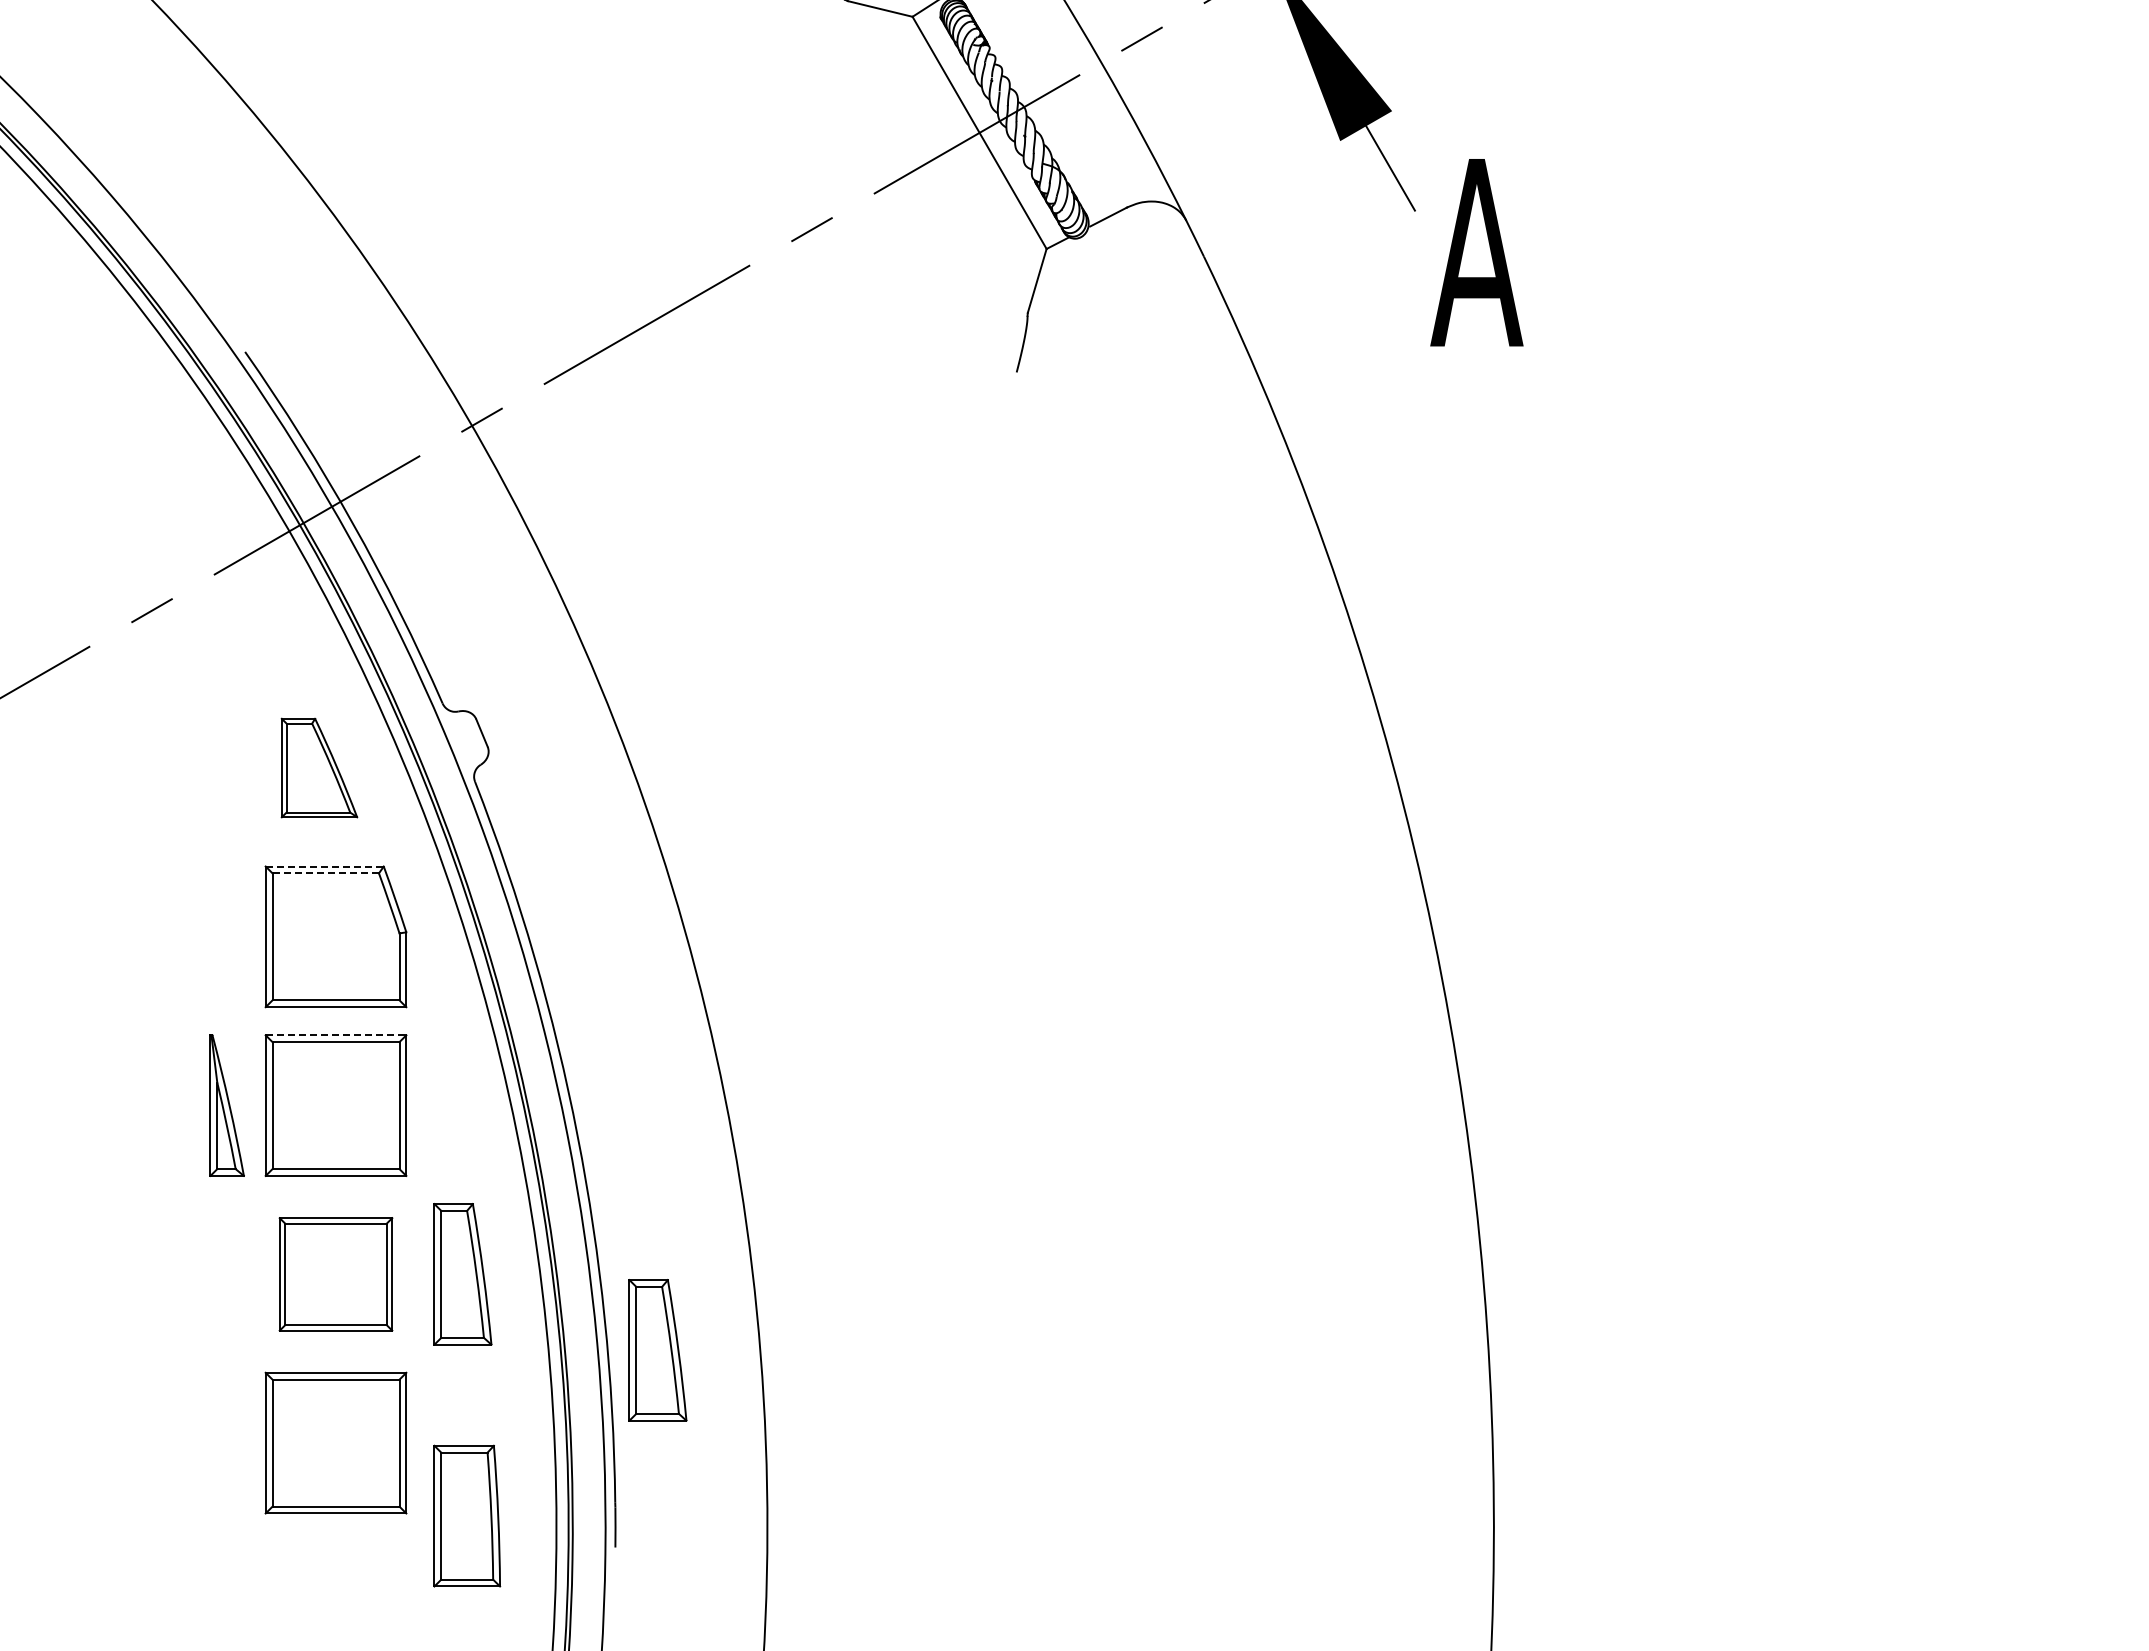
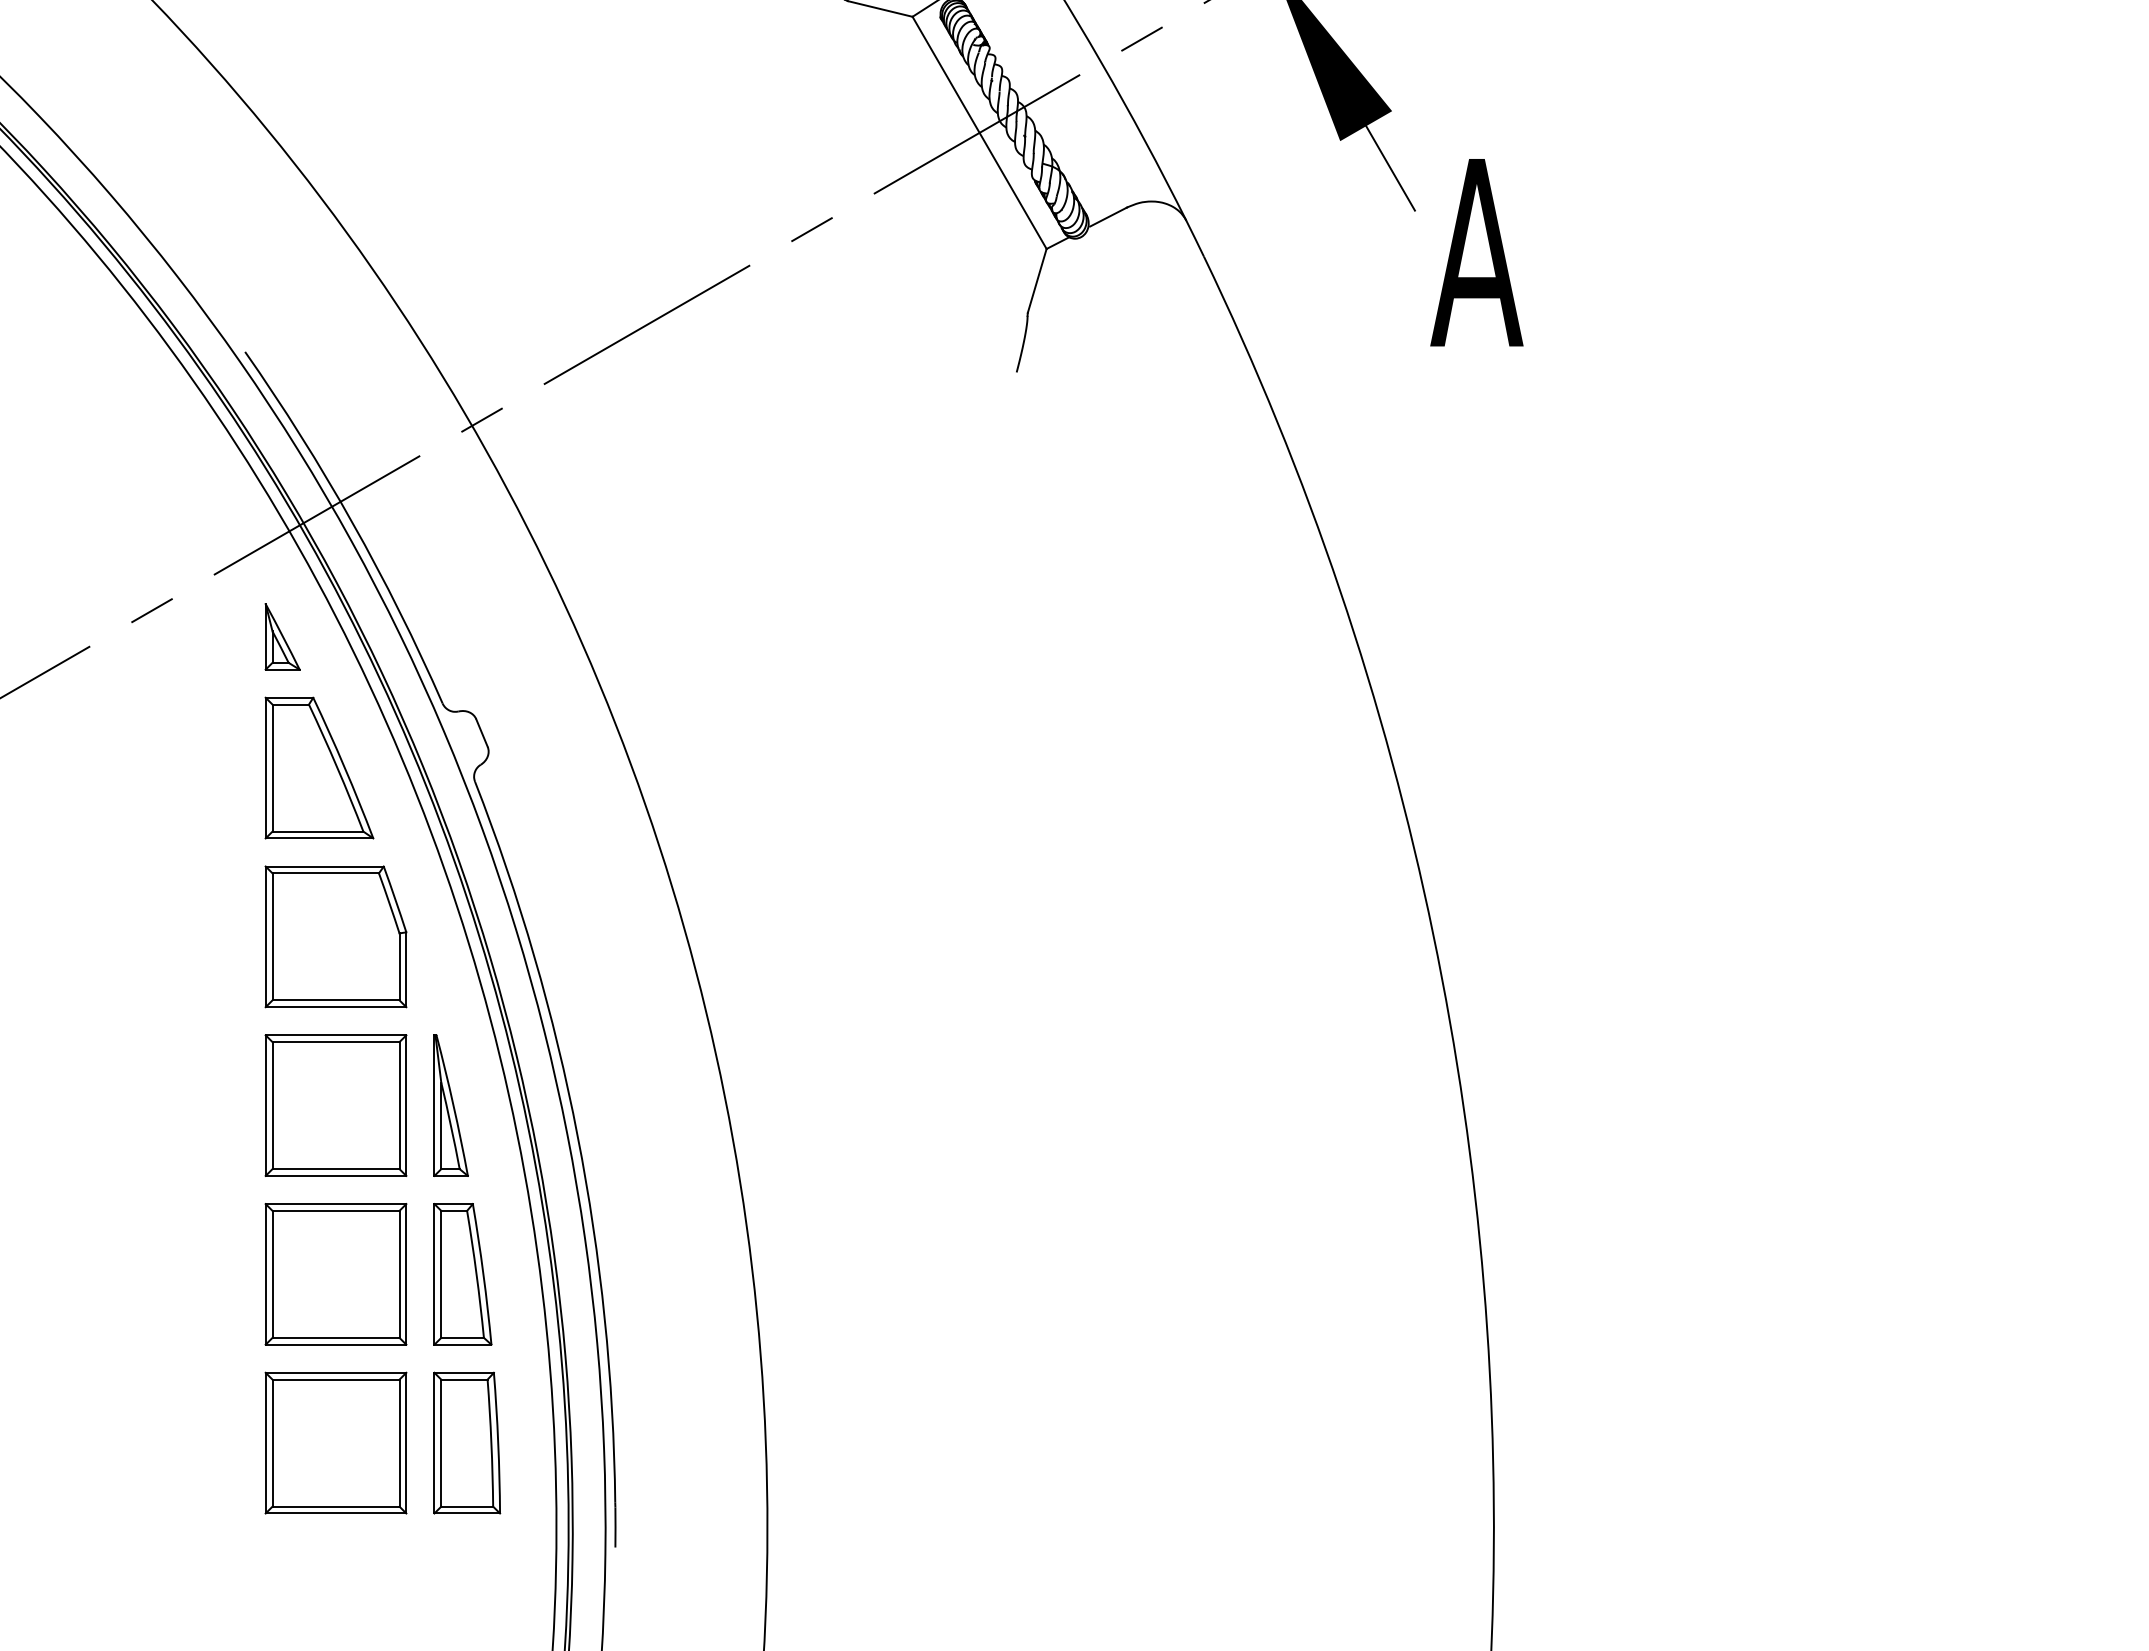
part at (282, 636): none -> present
part at (319, 767) size: 79x102 px -> 111x144 px
line at (325, 866): dashed -> solid
line at (326, 873): dashed -> solid
line at (336, 1035): dashed -> solid
part at (226, 1105) position: (226, 1105) -> (450, 1105)
part at (335, 1274) size: 116x115 px -> 144x143 px
part at (657, 1350): present -> none
part at (467, 1515) position: (467, 1515) -> (467, 1442)
